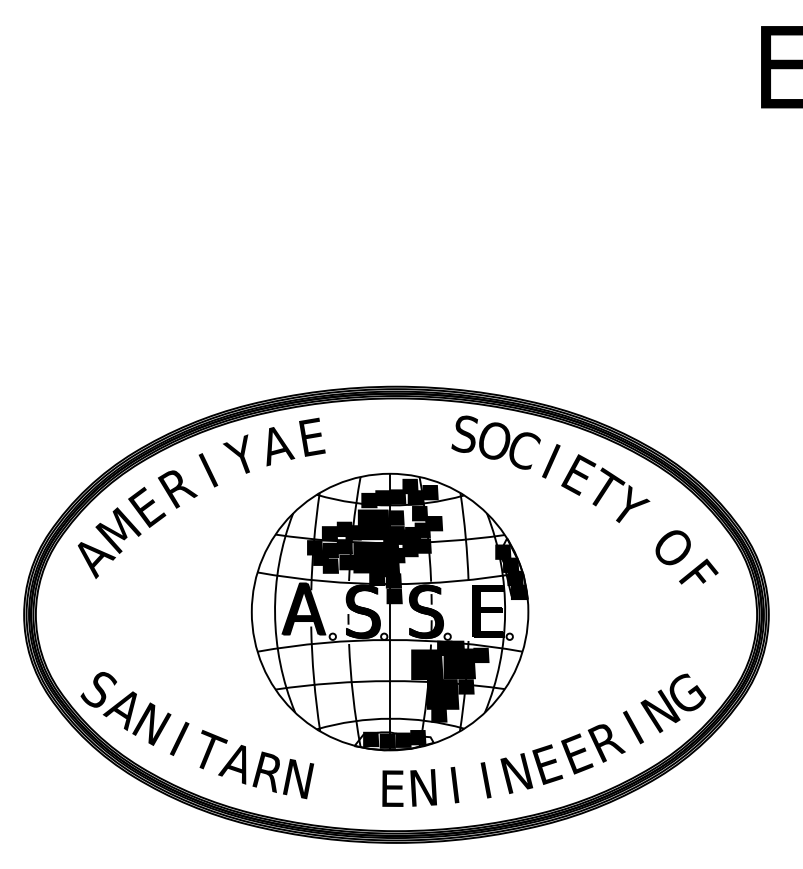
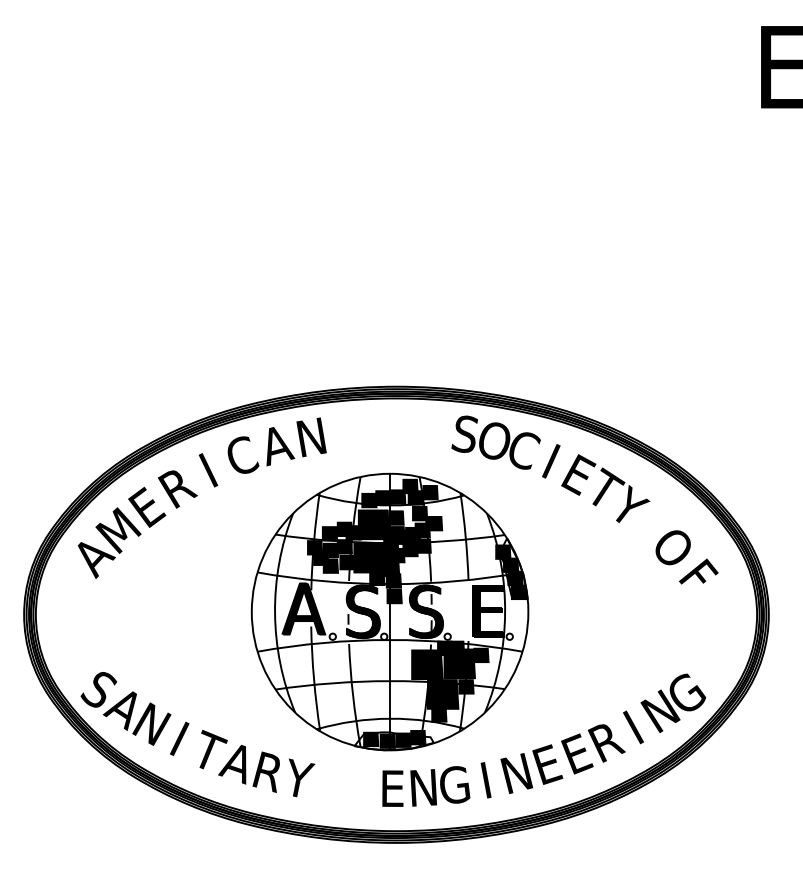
text at (311, 437): E -> N
text at (240, 453): Y -> C
text at (299, 778): N -> Y
text at (455, 784): I -> G
